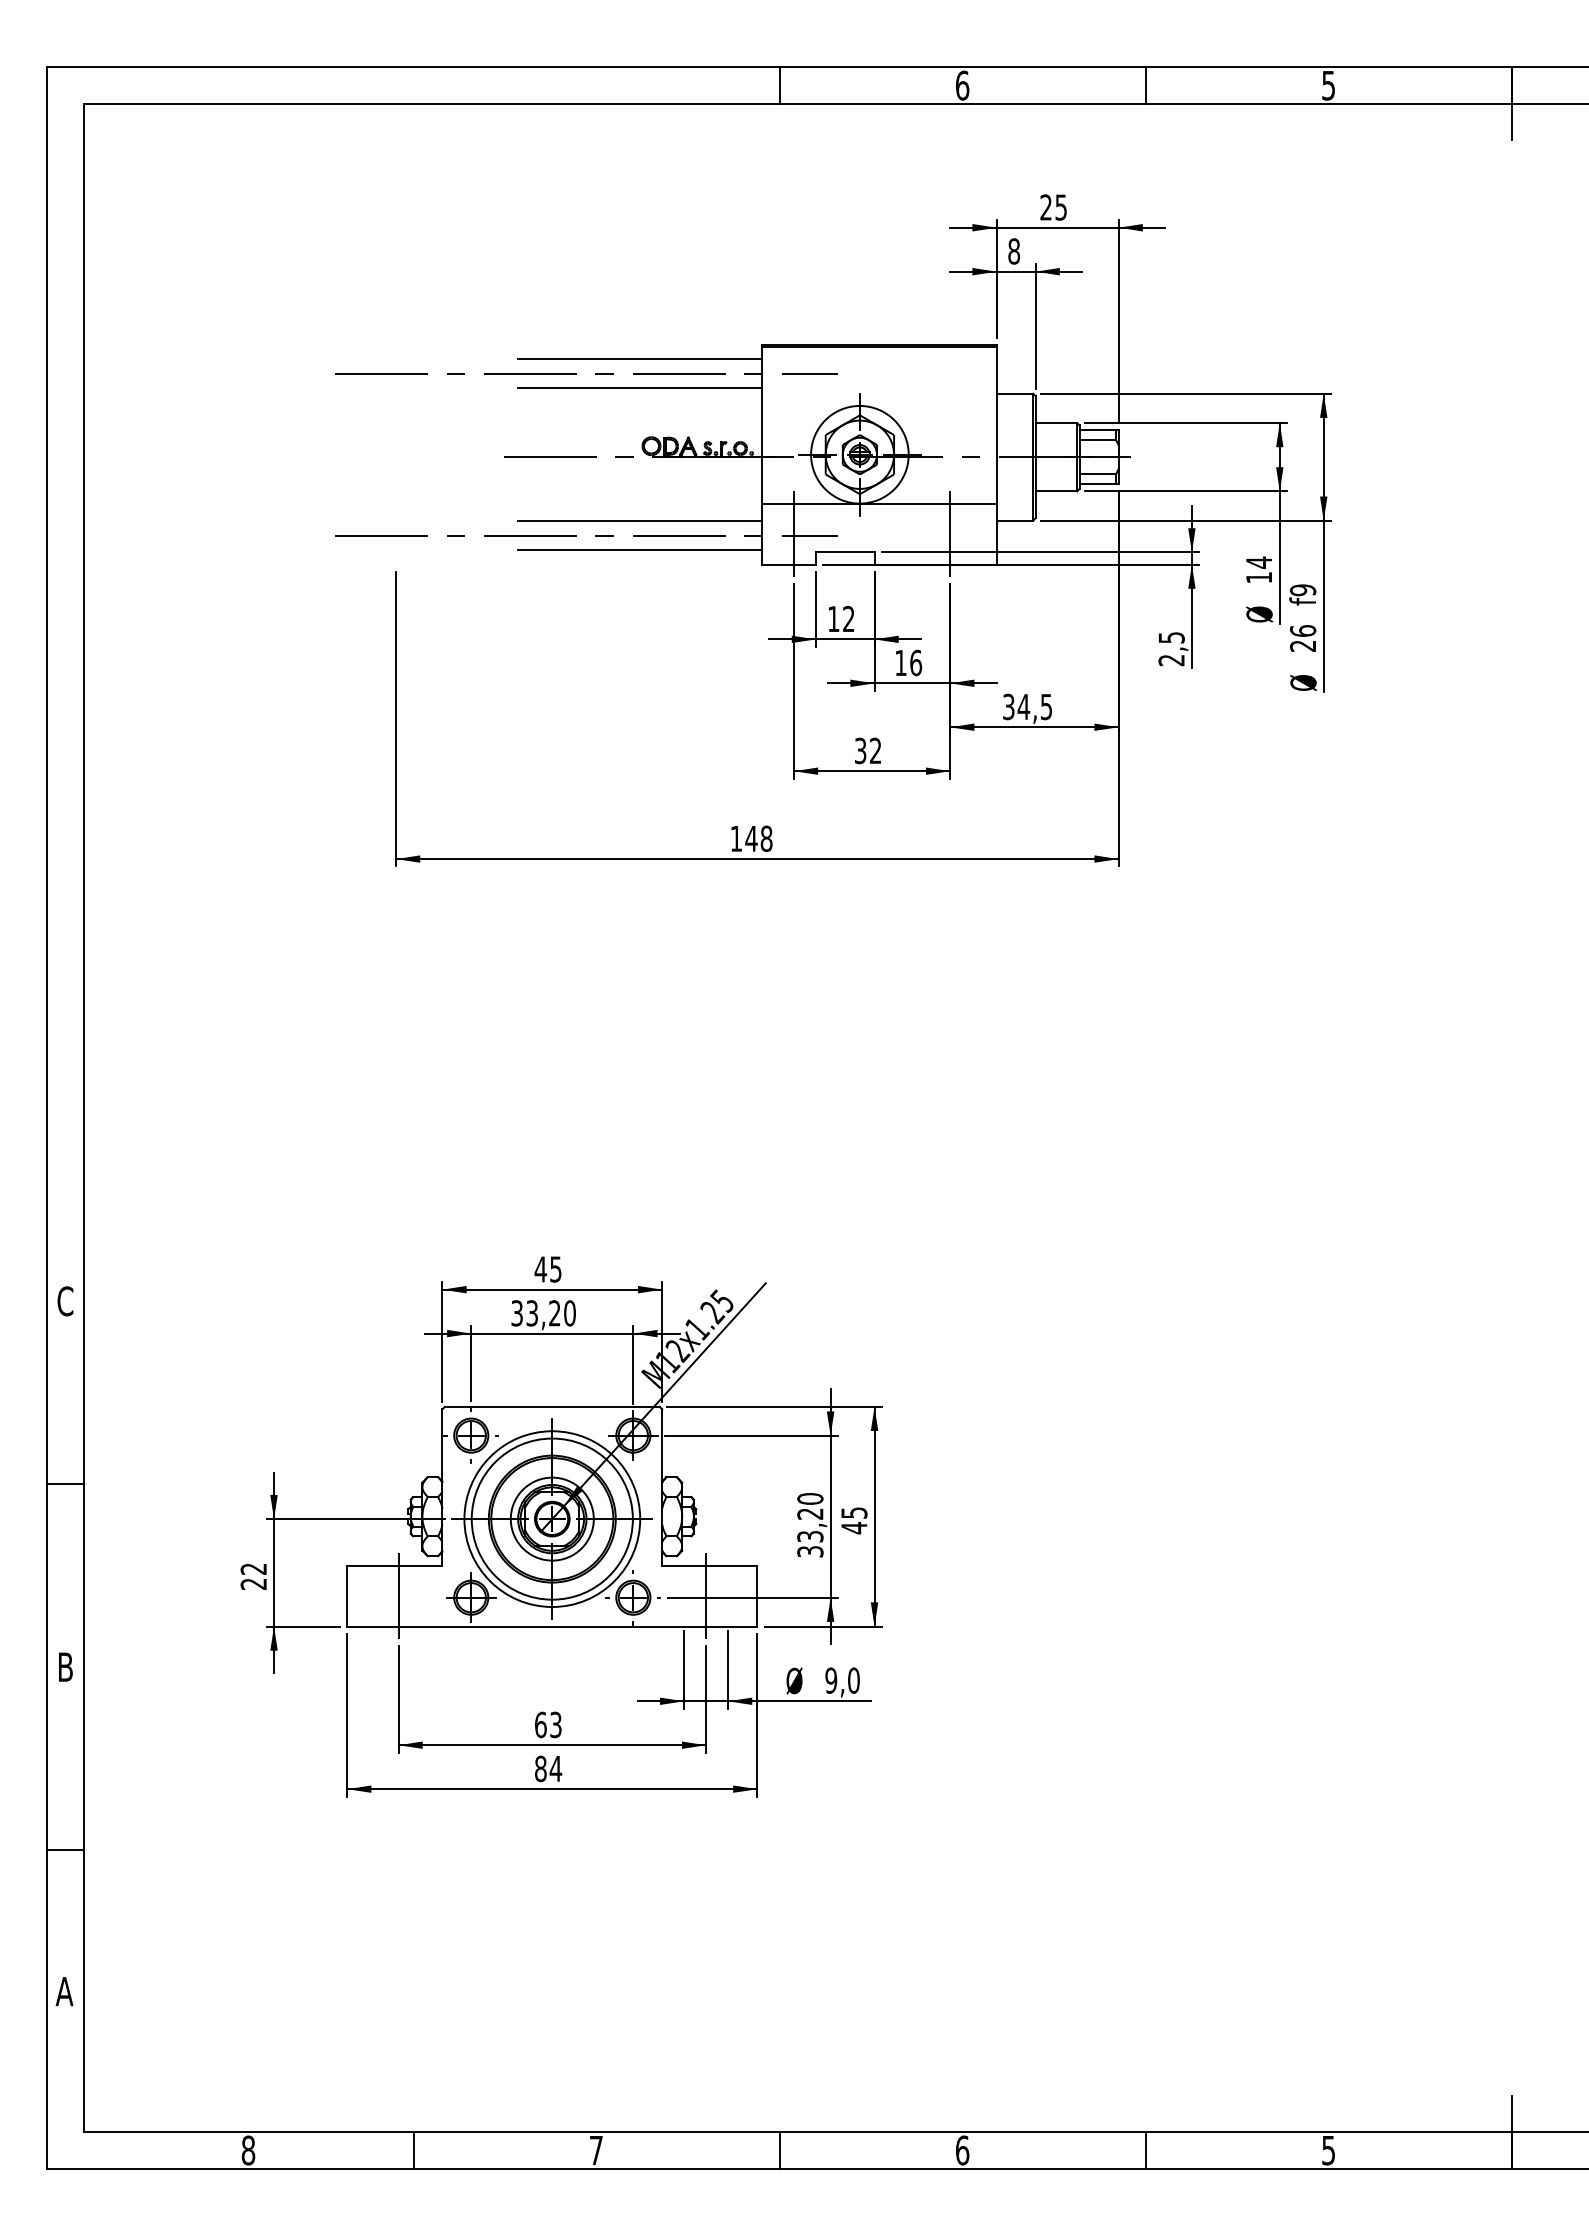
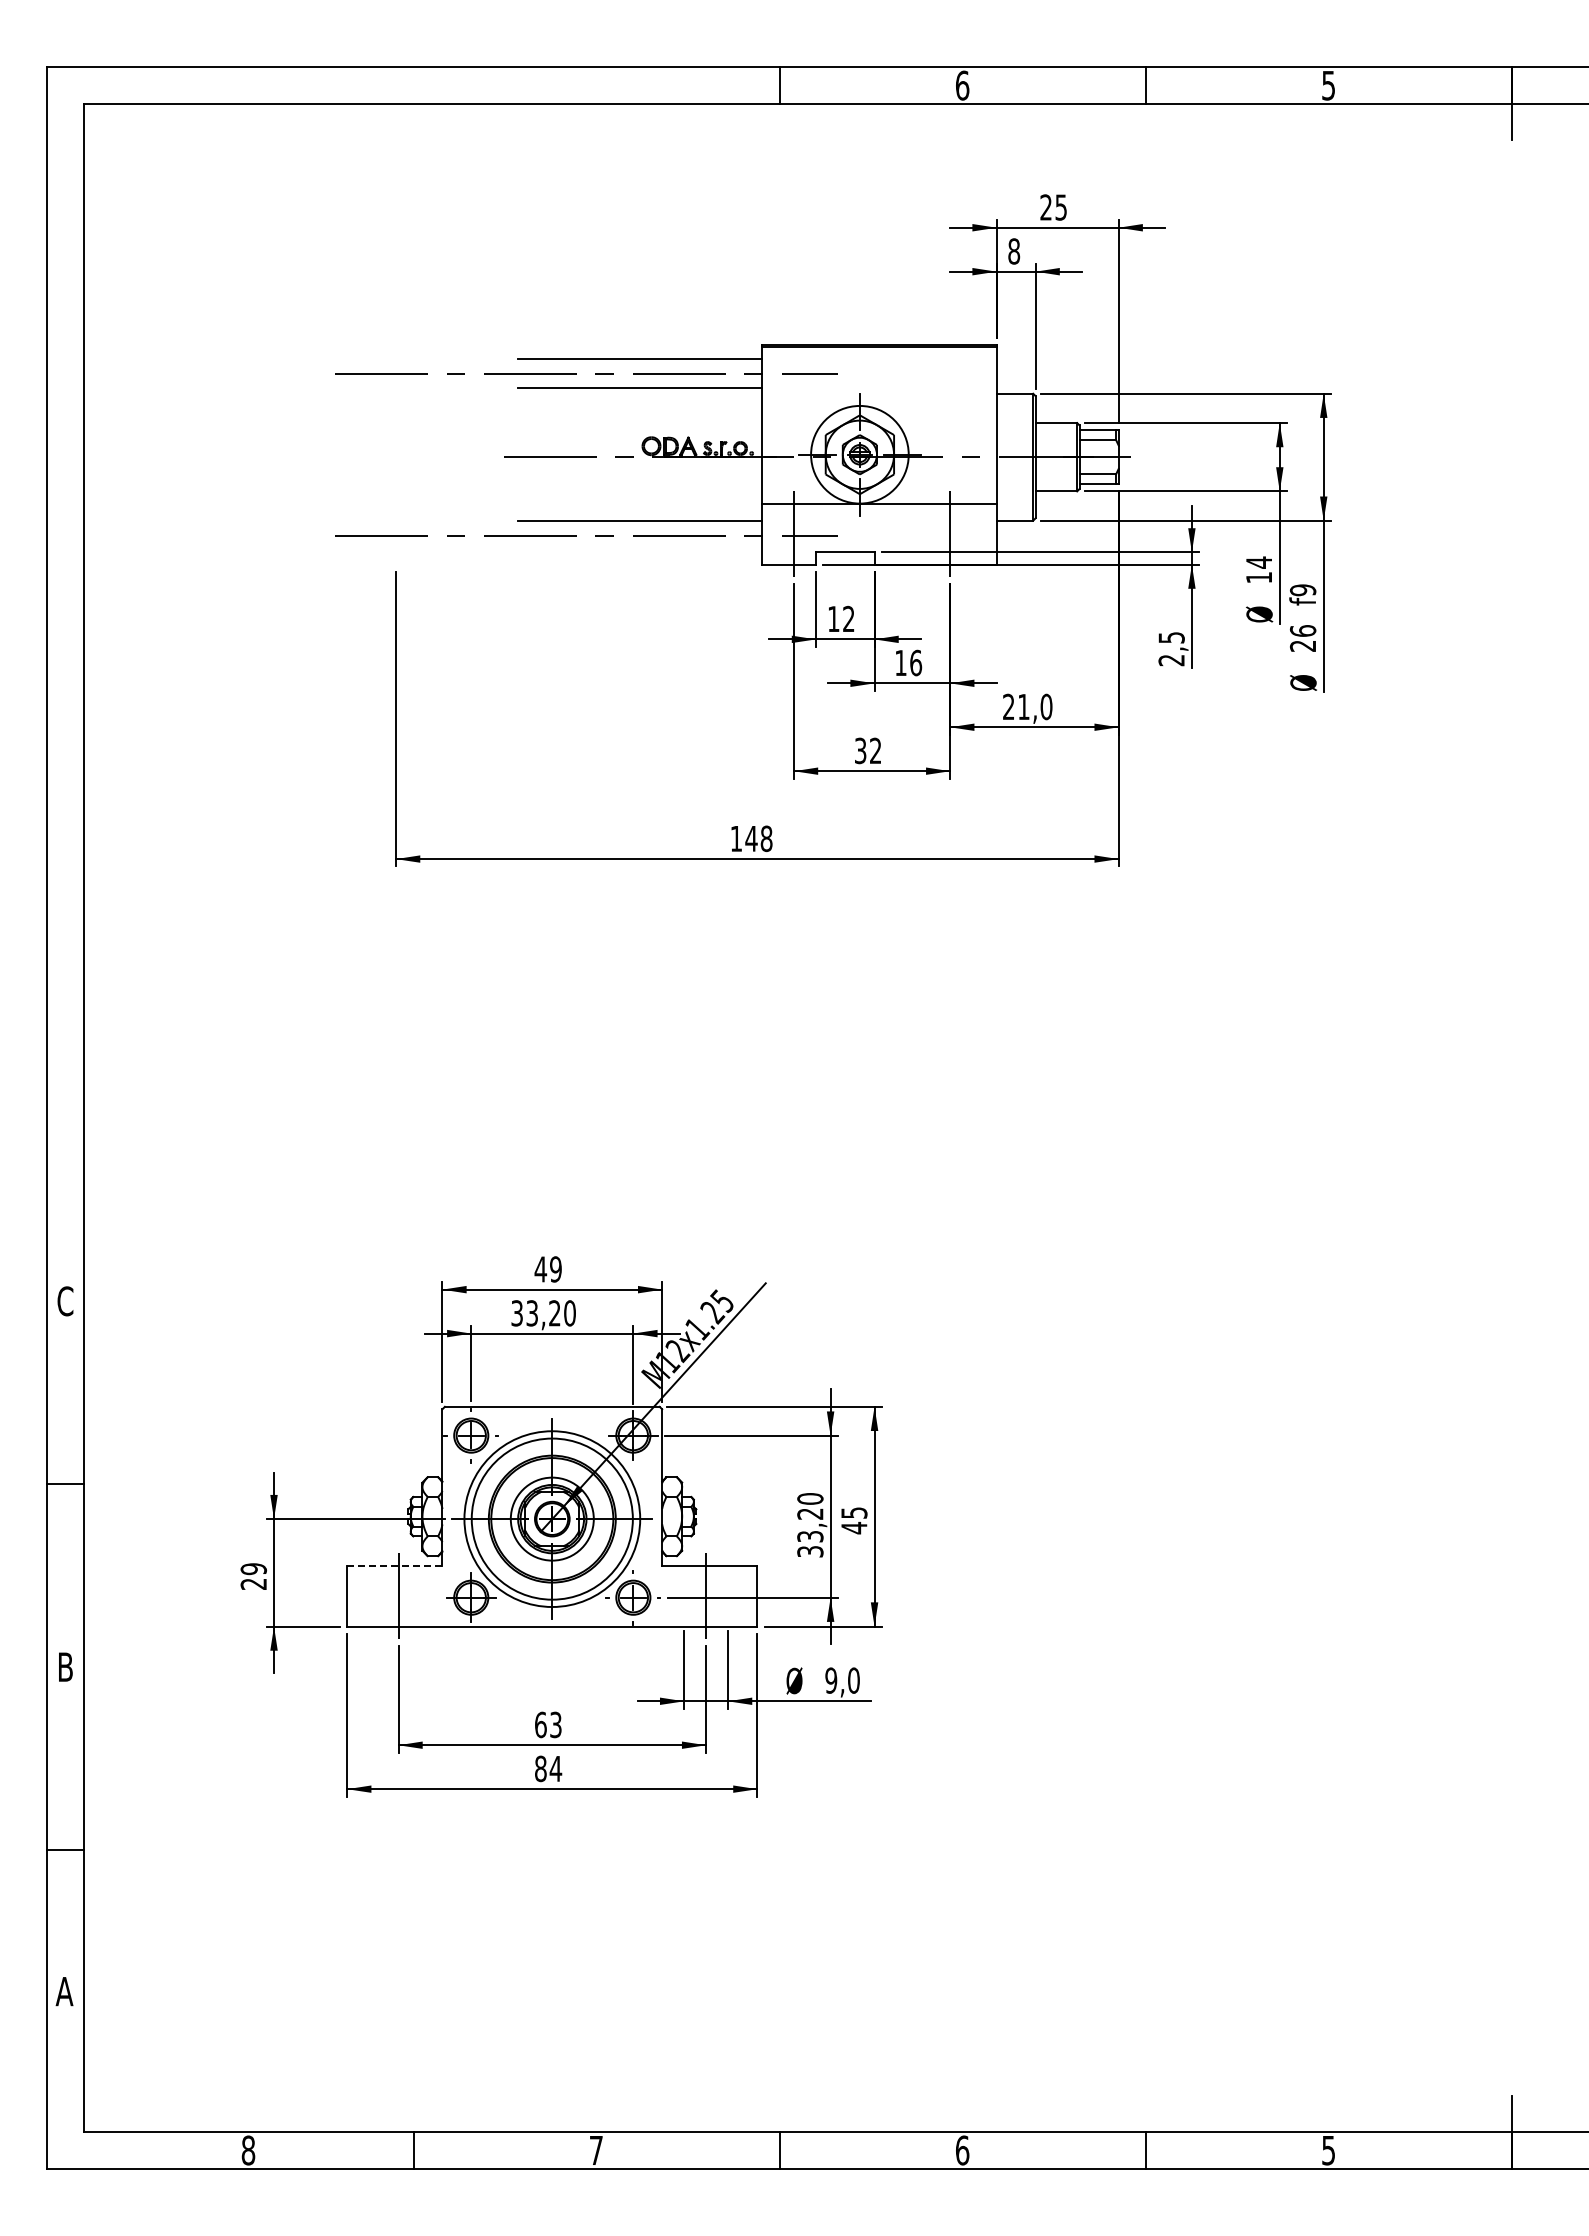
line at (640, 550): present -> none
text at (1027, 706): 34,5 -> 21,0
text at (555, 1269): 45 -> 49
line at (394, 1565): solid -> dashed
text at (253, 1569): 22 -> 29
